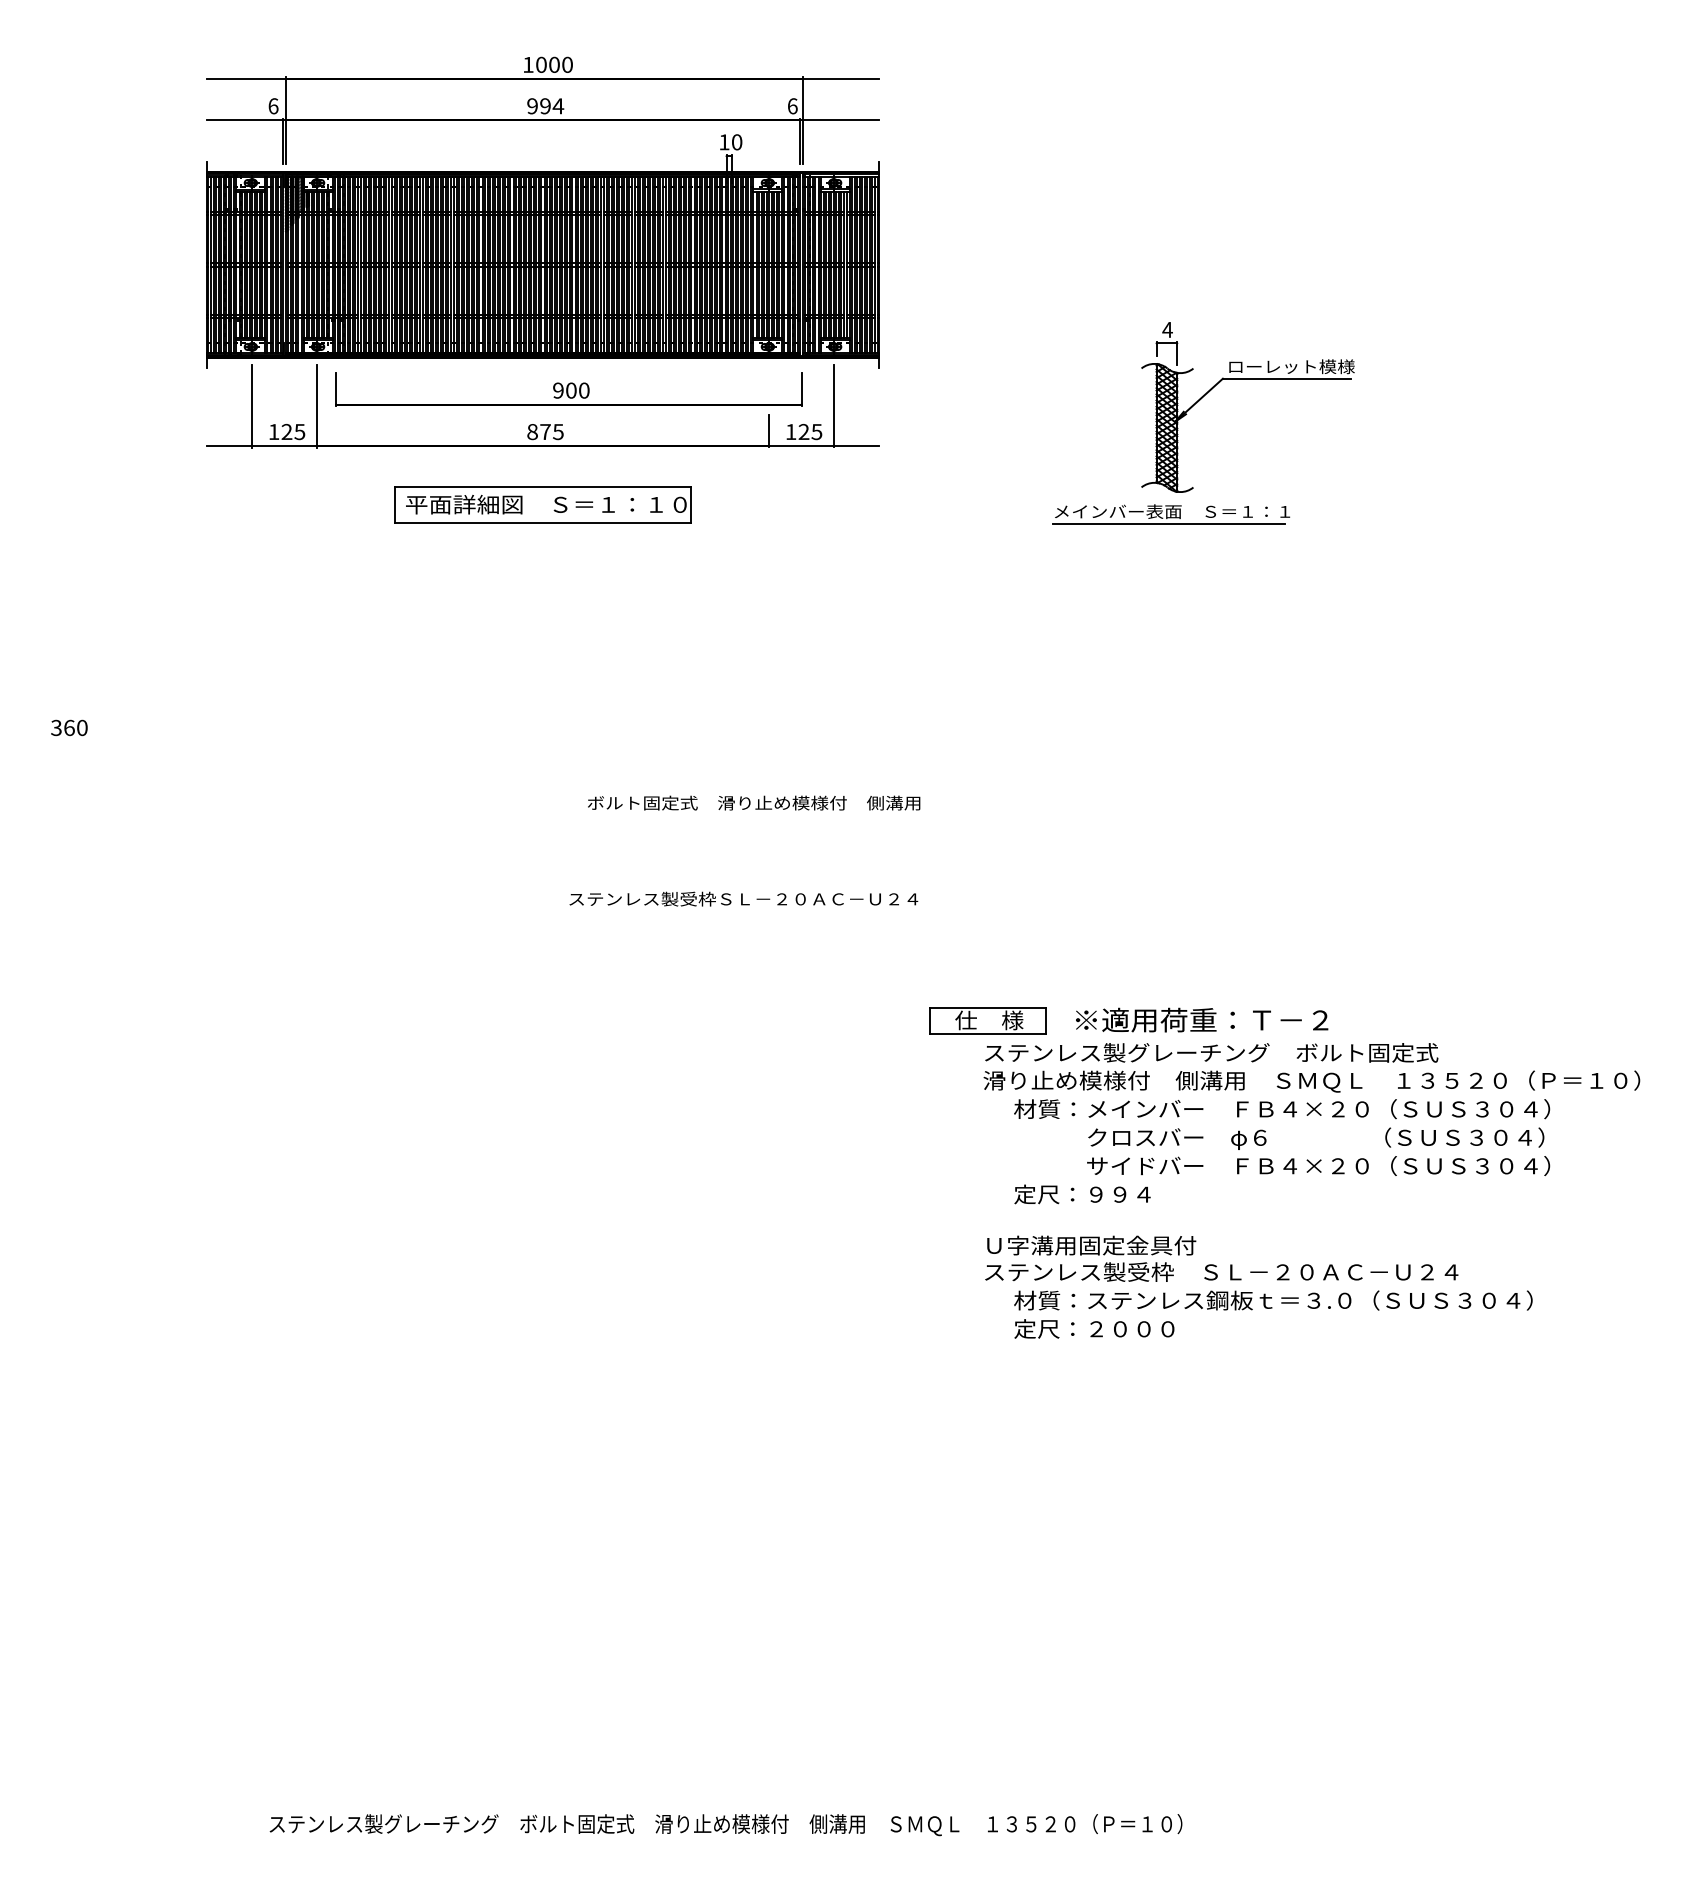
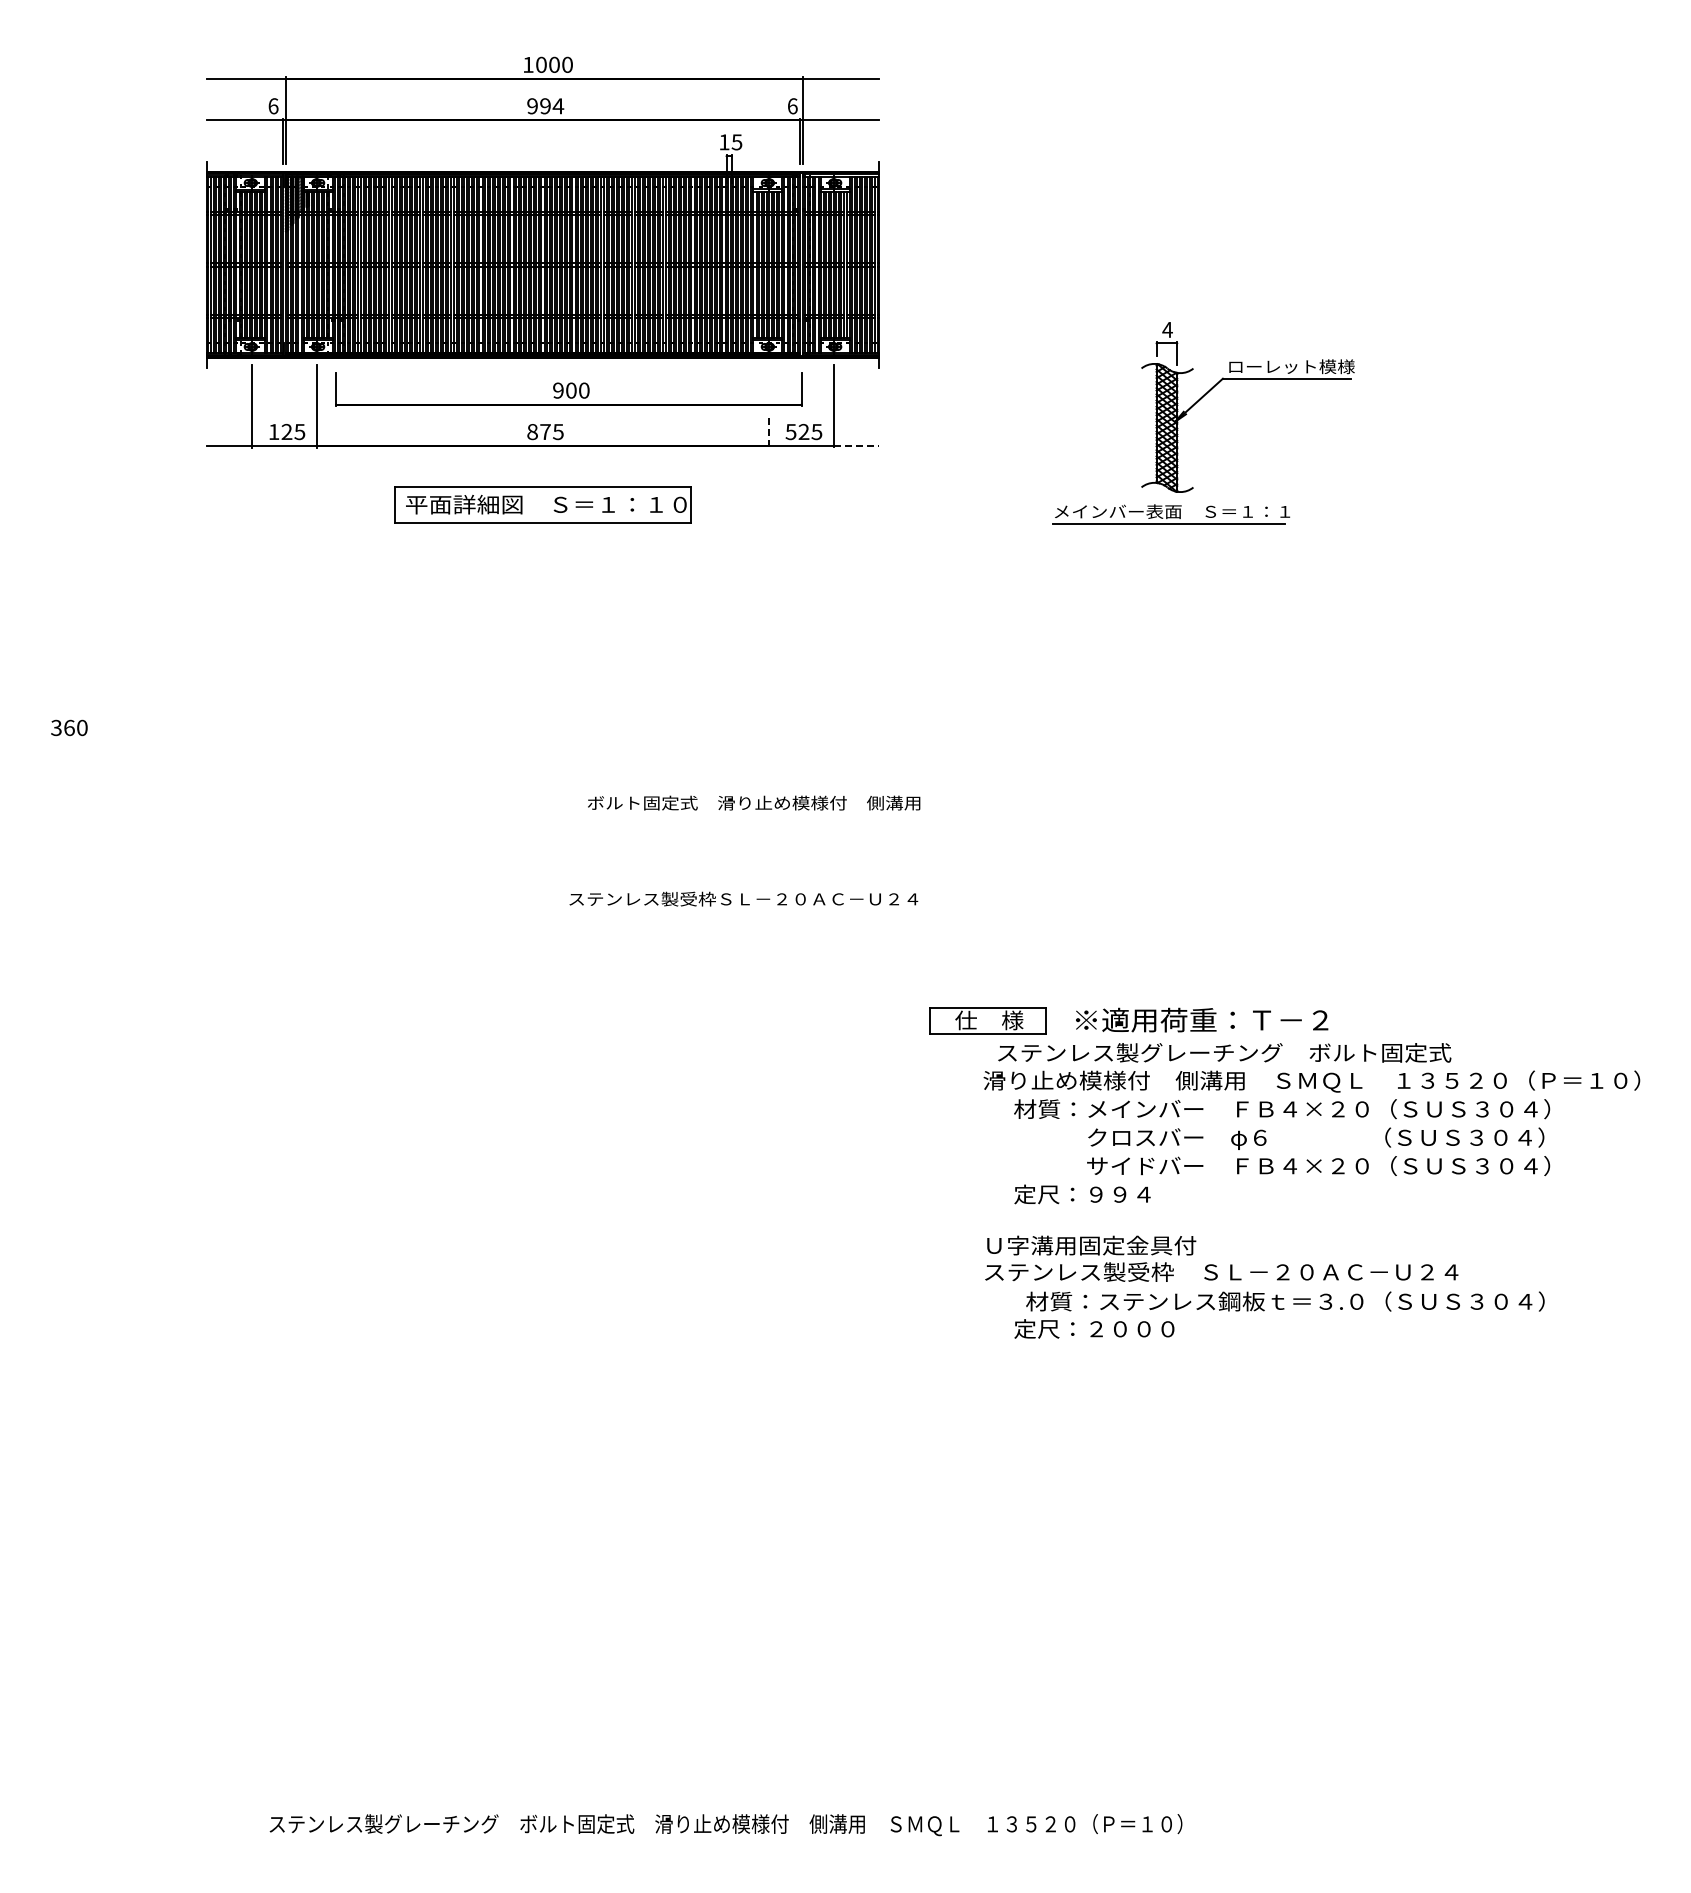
text at (736, 142): 10 -> 15
line at (769, 430): solid -> dashed
text at (790, 432): 125 -> 525
line at (856, 445): solid -> dashed
text at (1211, 1052) position: (1211, 1052) -> (1224, 1052)
text at (1273, 1300) position: (1273, 1300) -> (1285, 1301)
